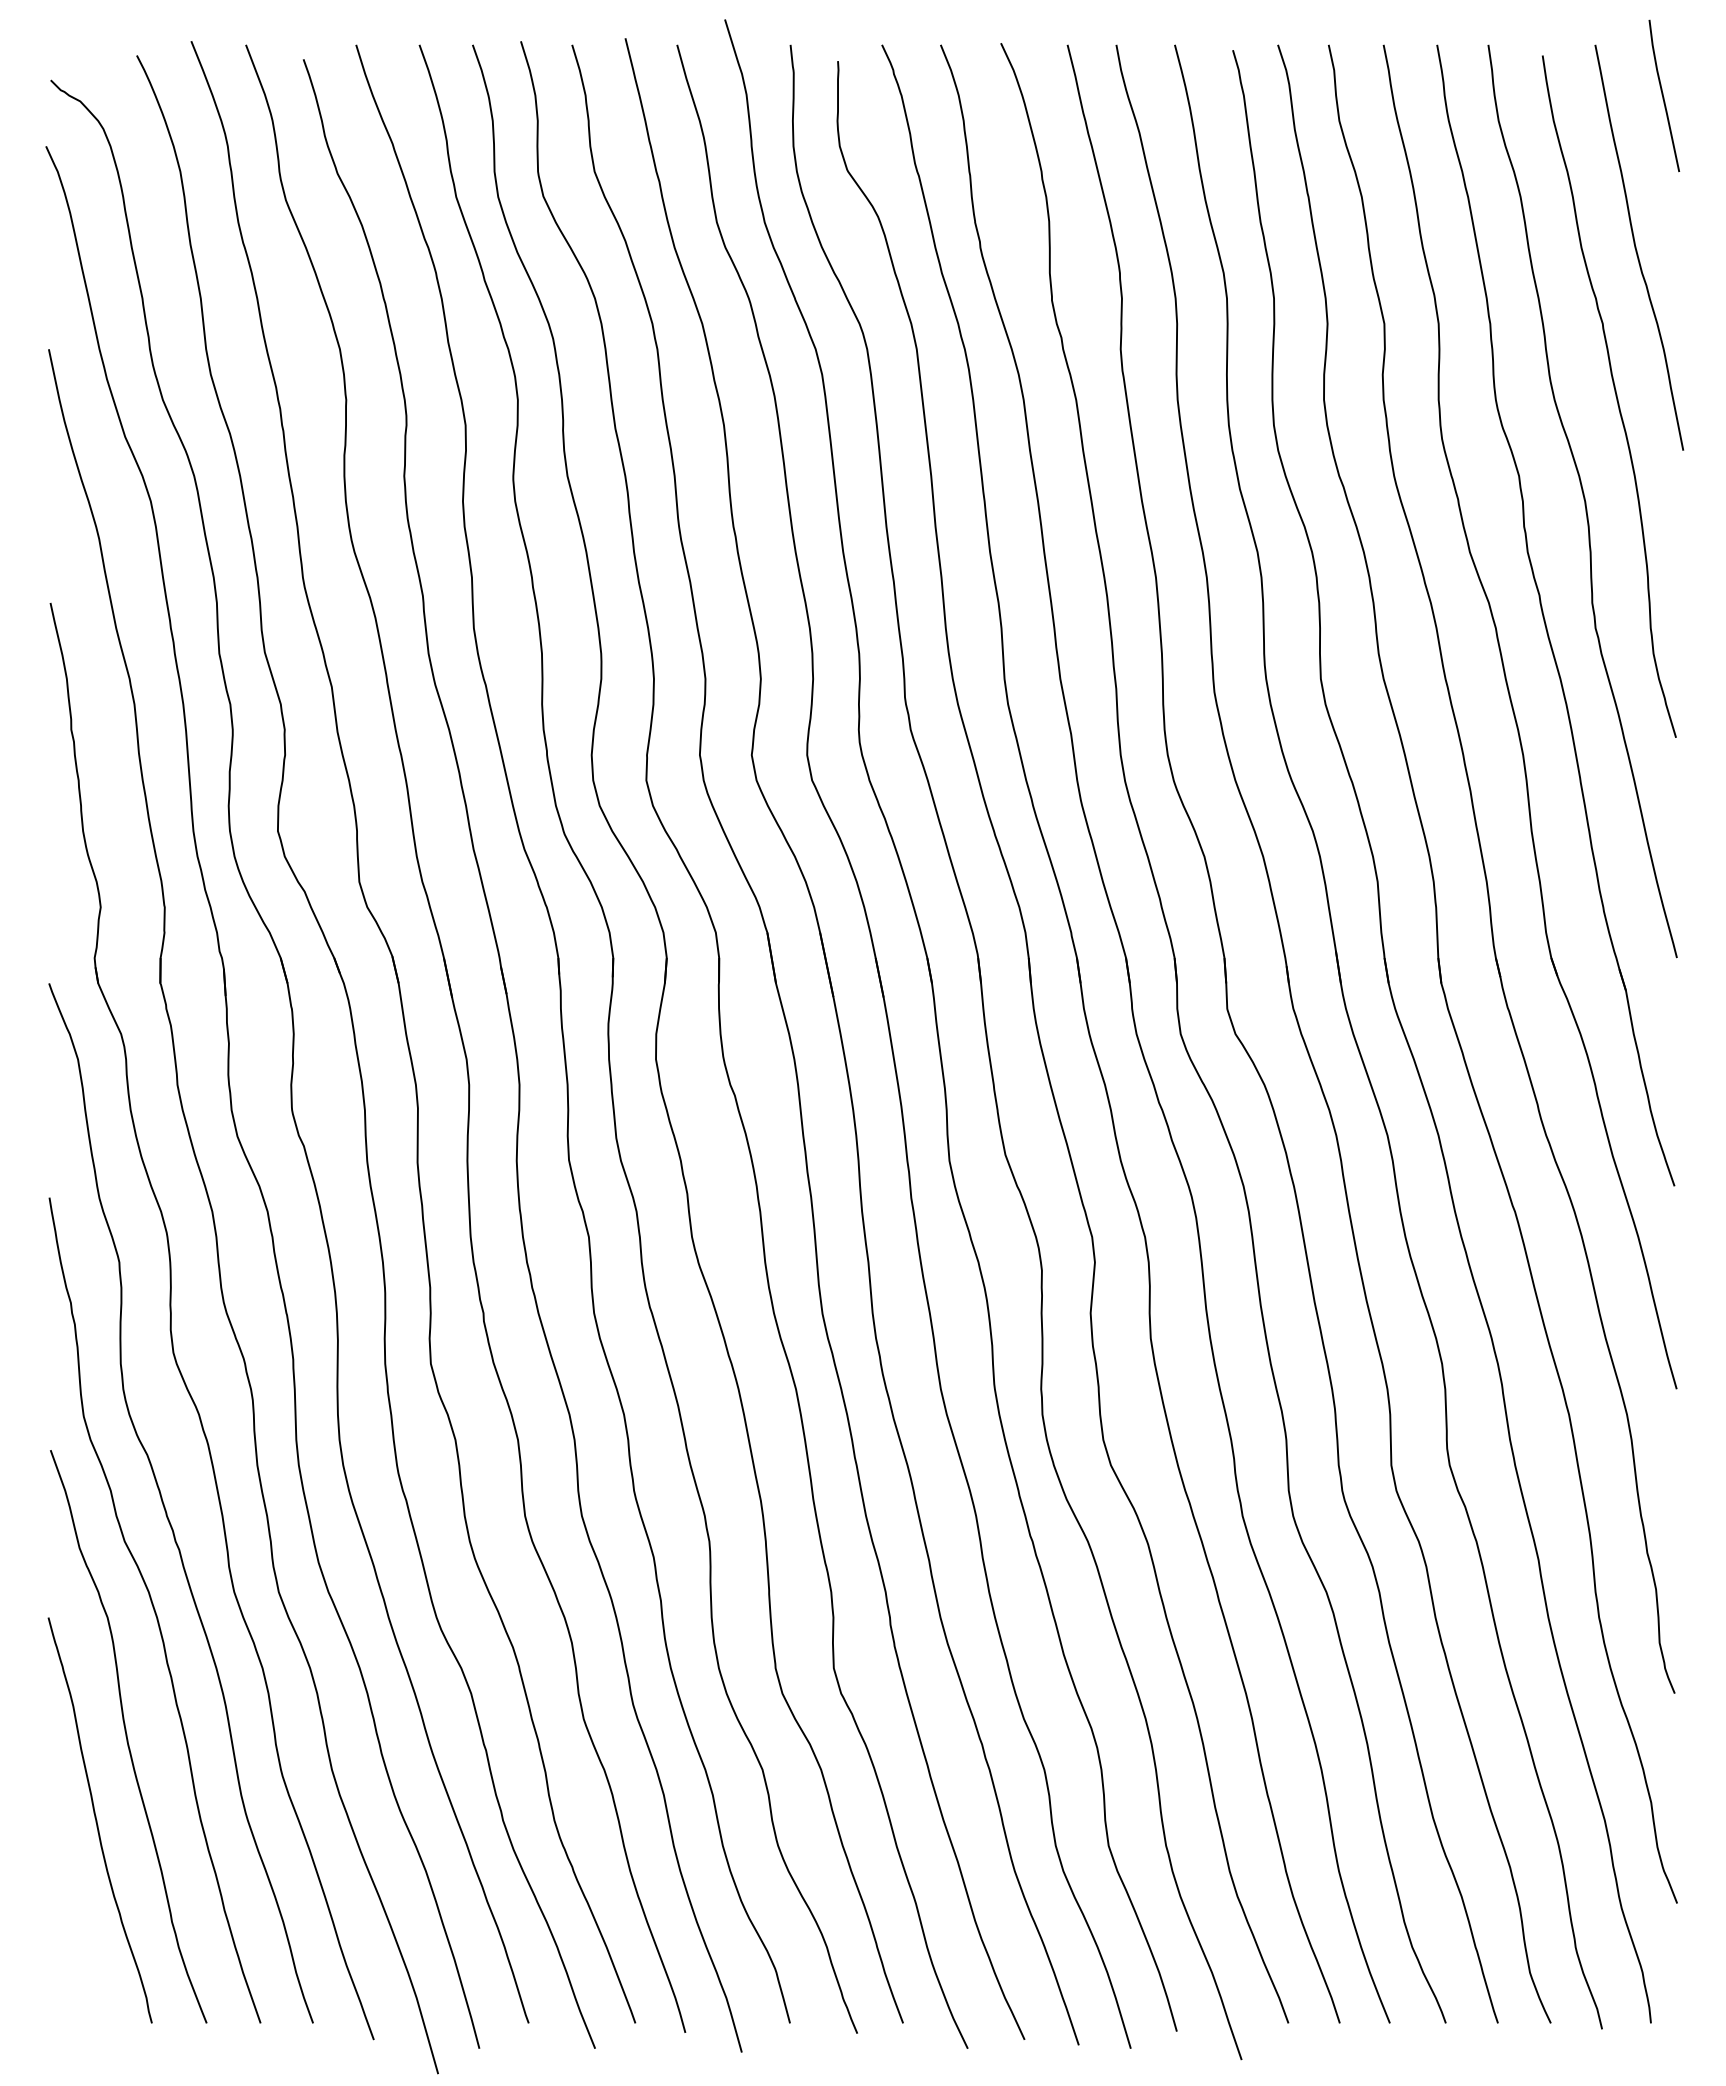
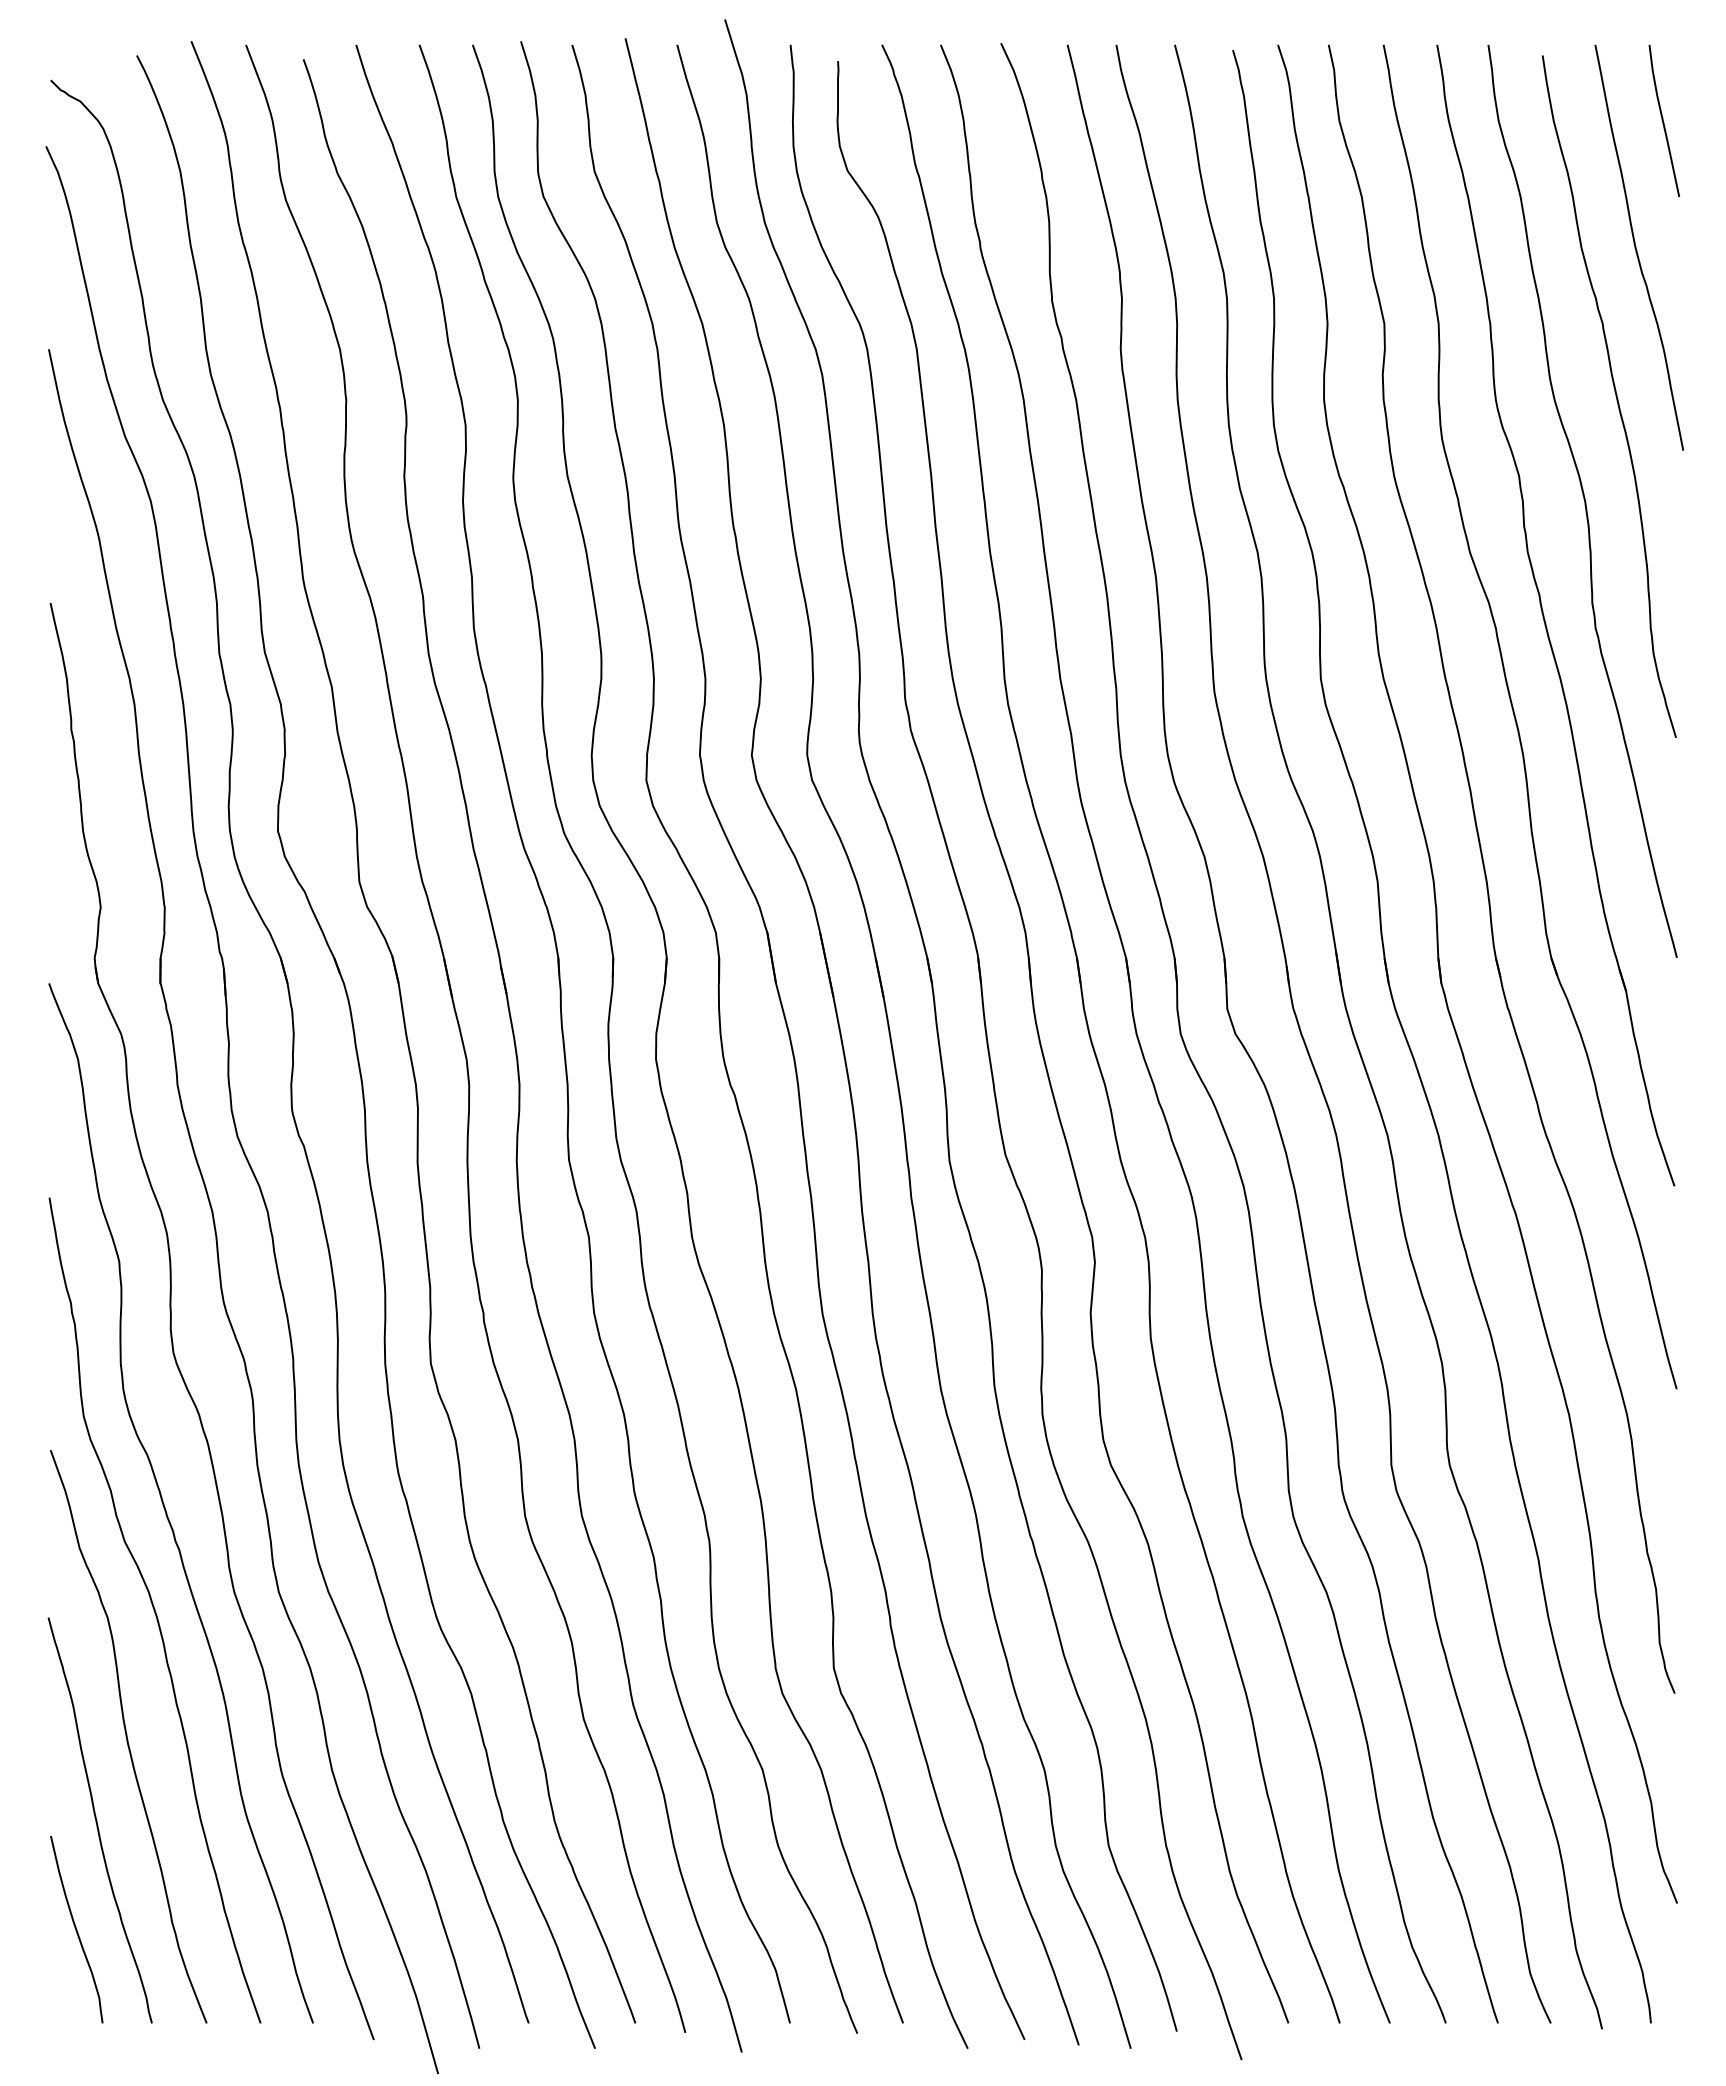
line at (1663, 95) position: (1663, 95) -> (1663, 120)
curve at (76, 1929): none -> present
